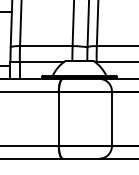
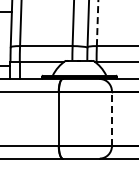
line at (97, 23): solid -> dashed
line at (111, 118): solid -> dashed
